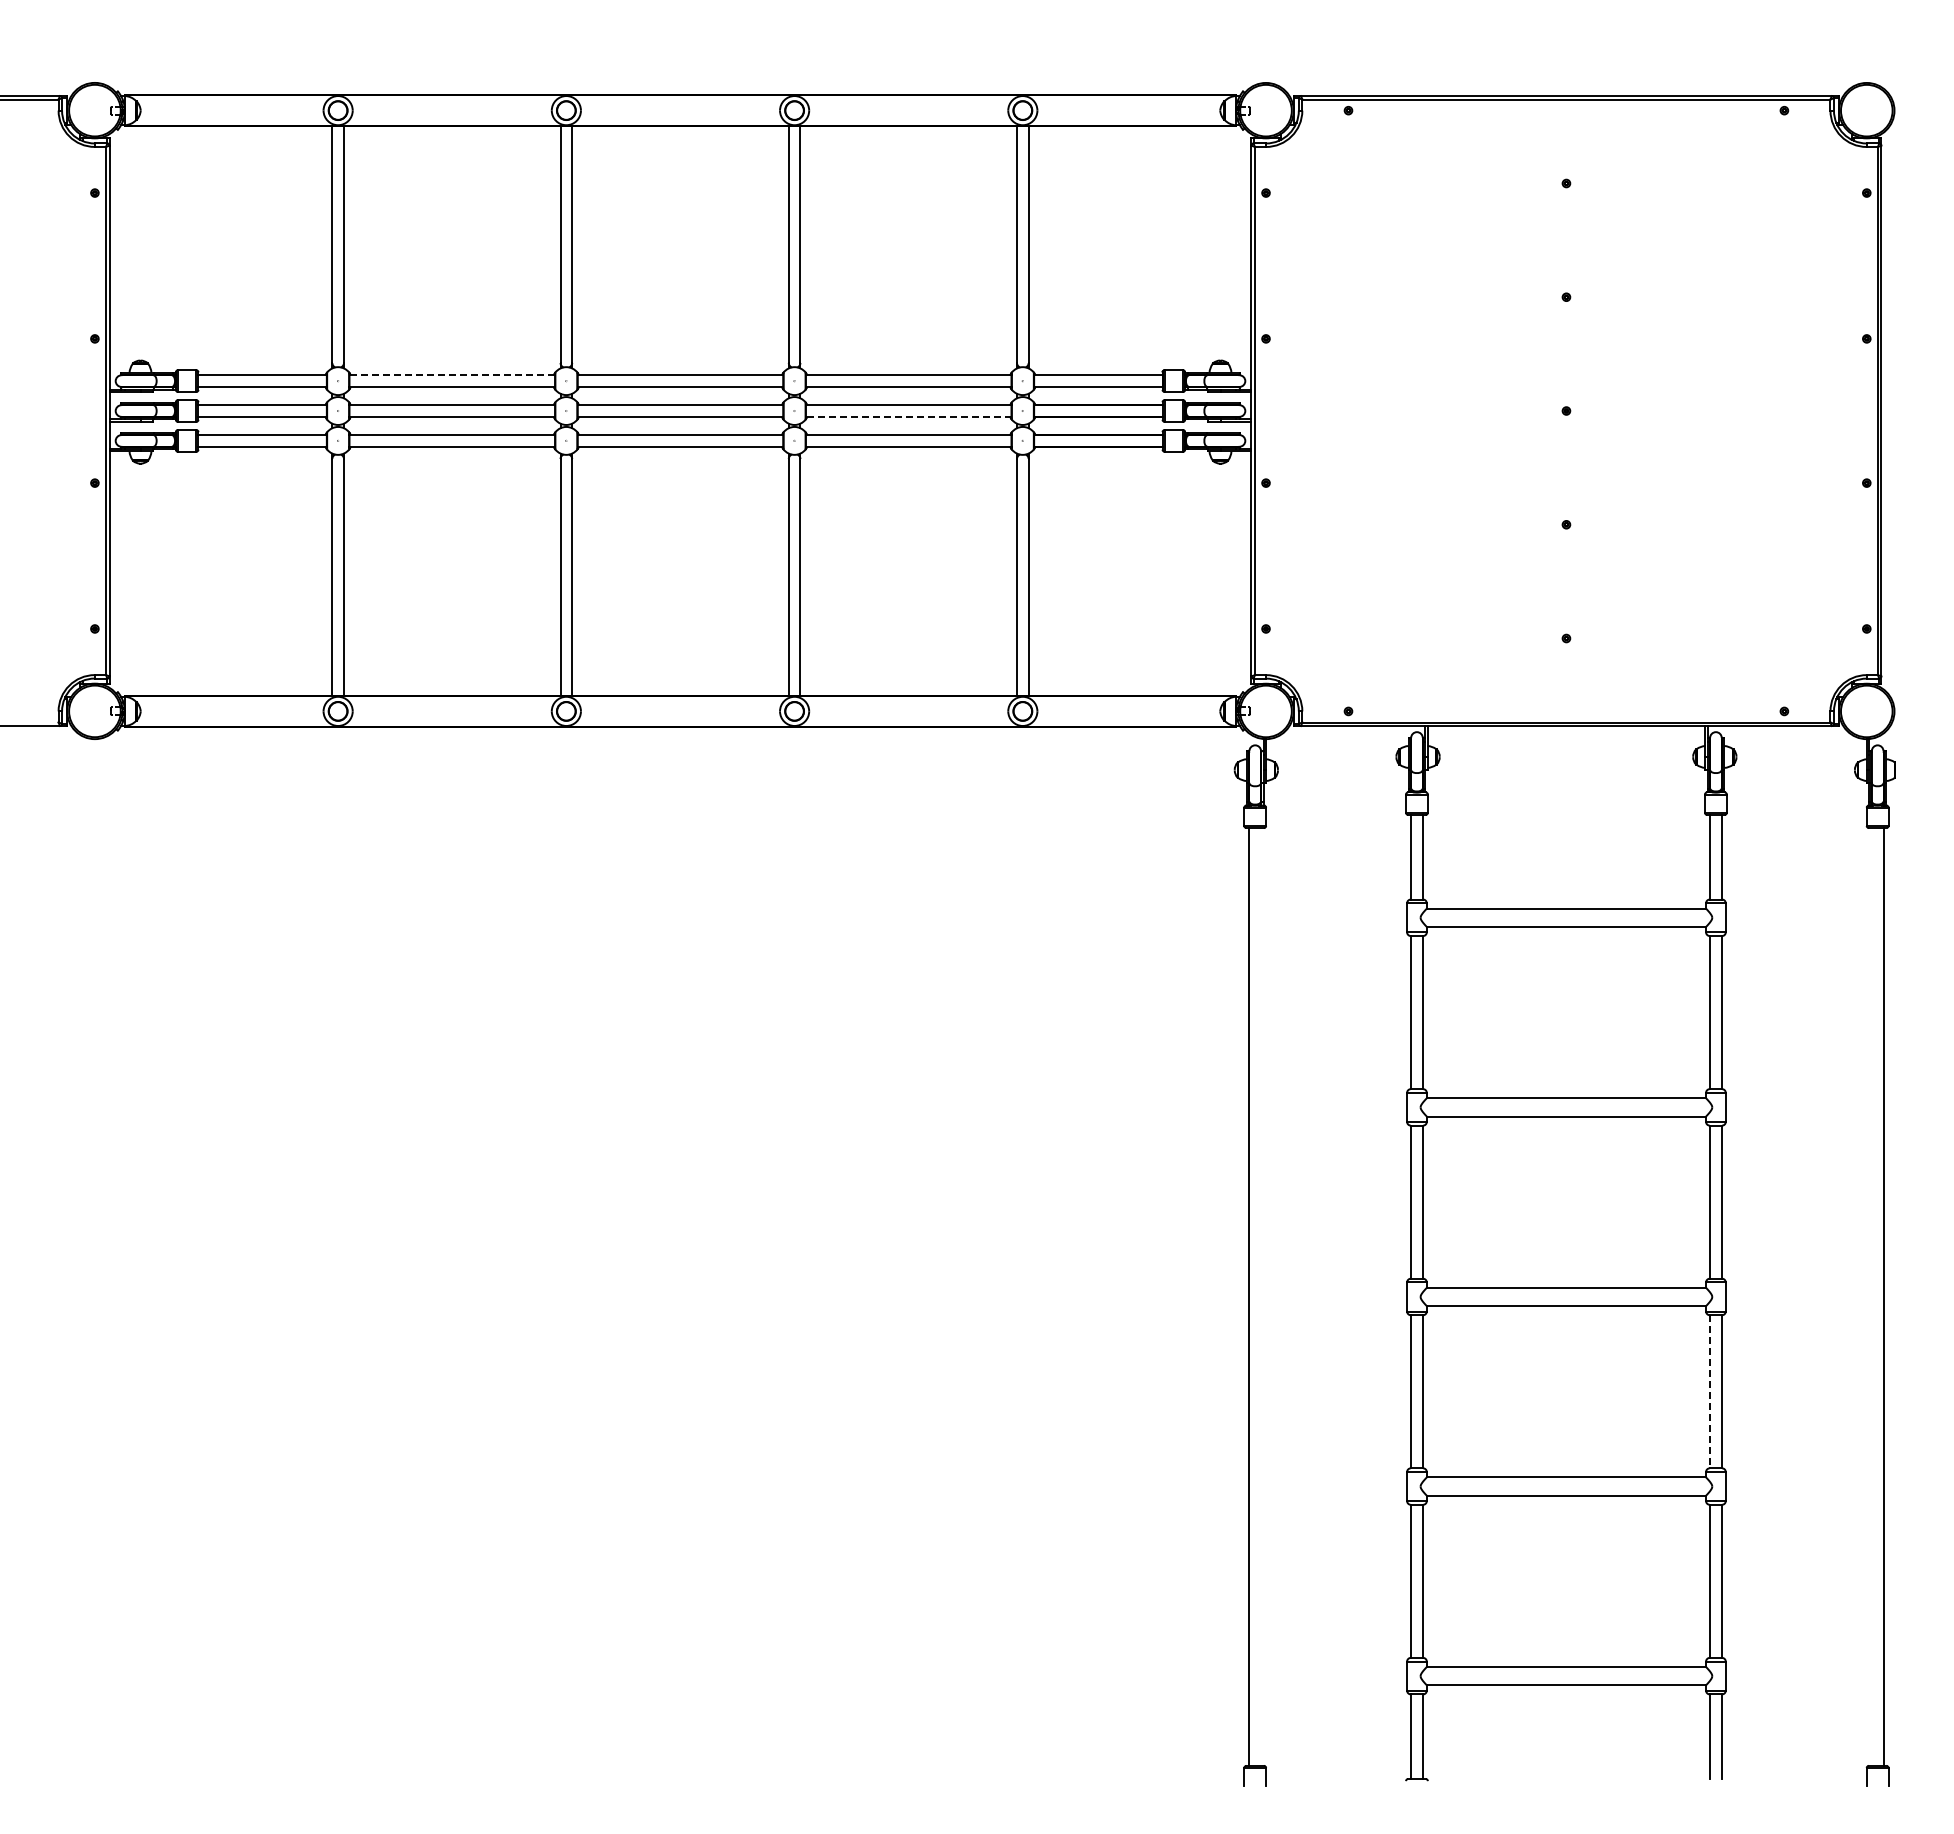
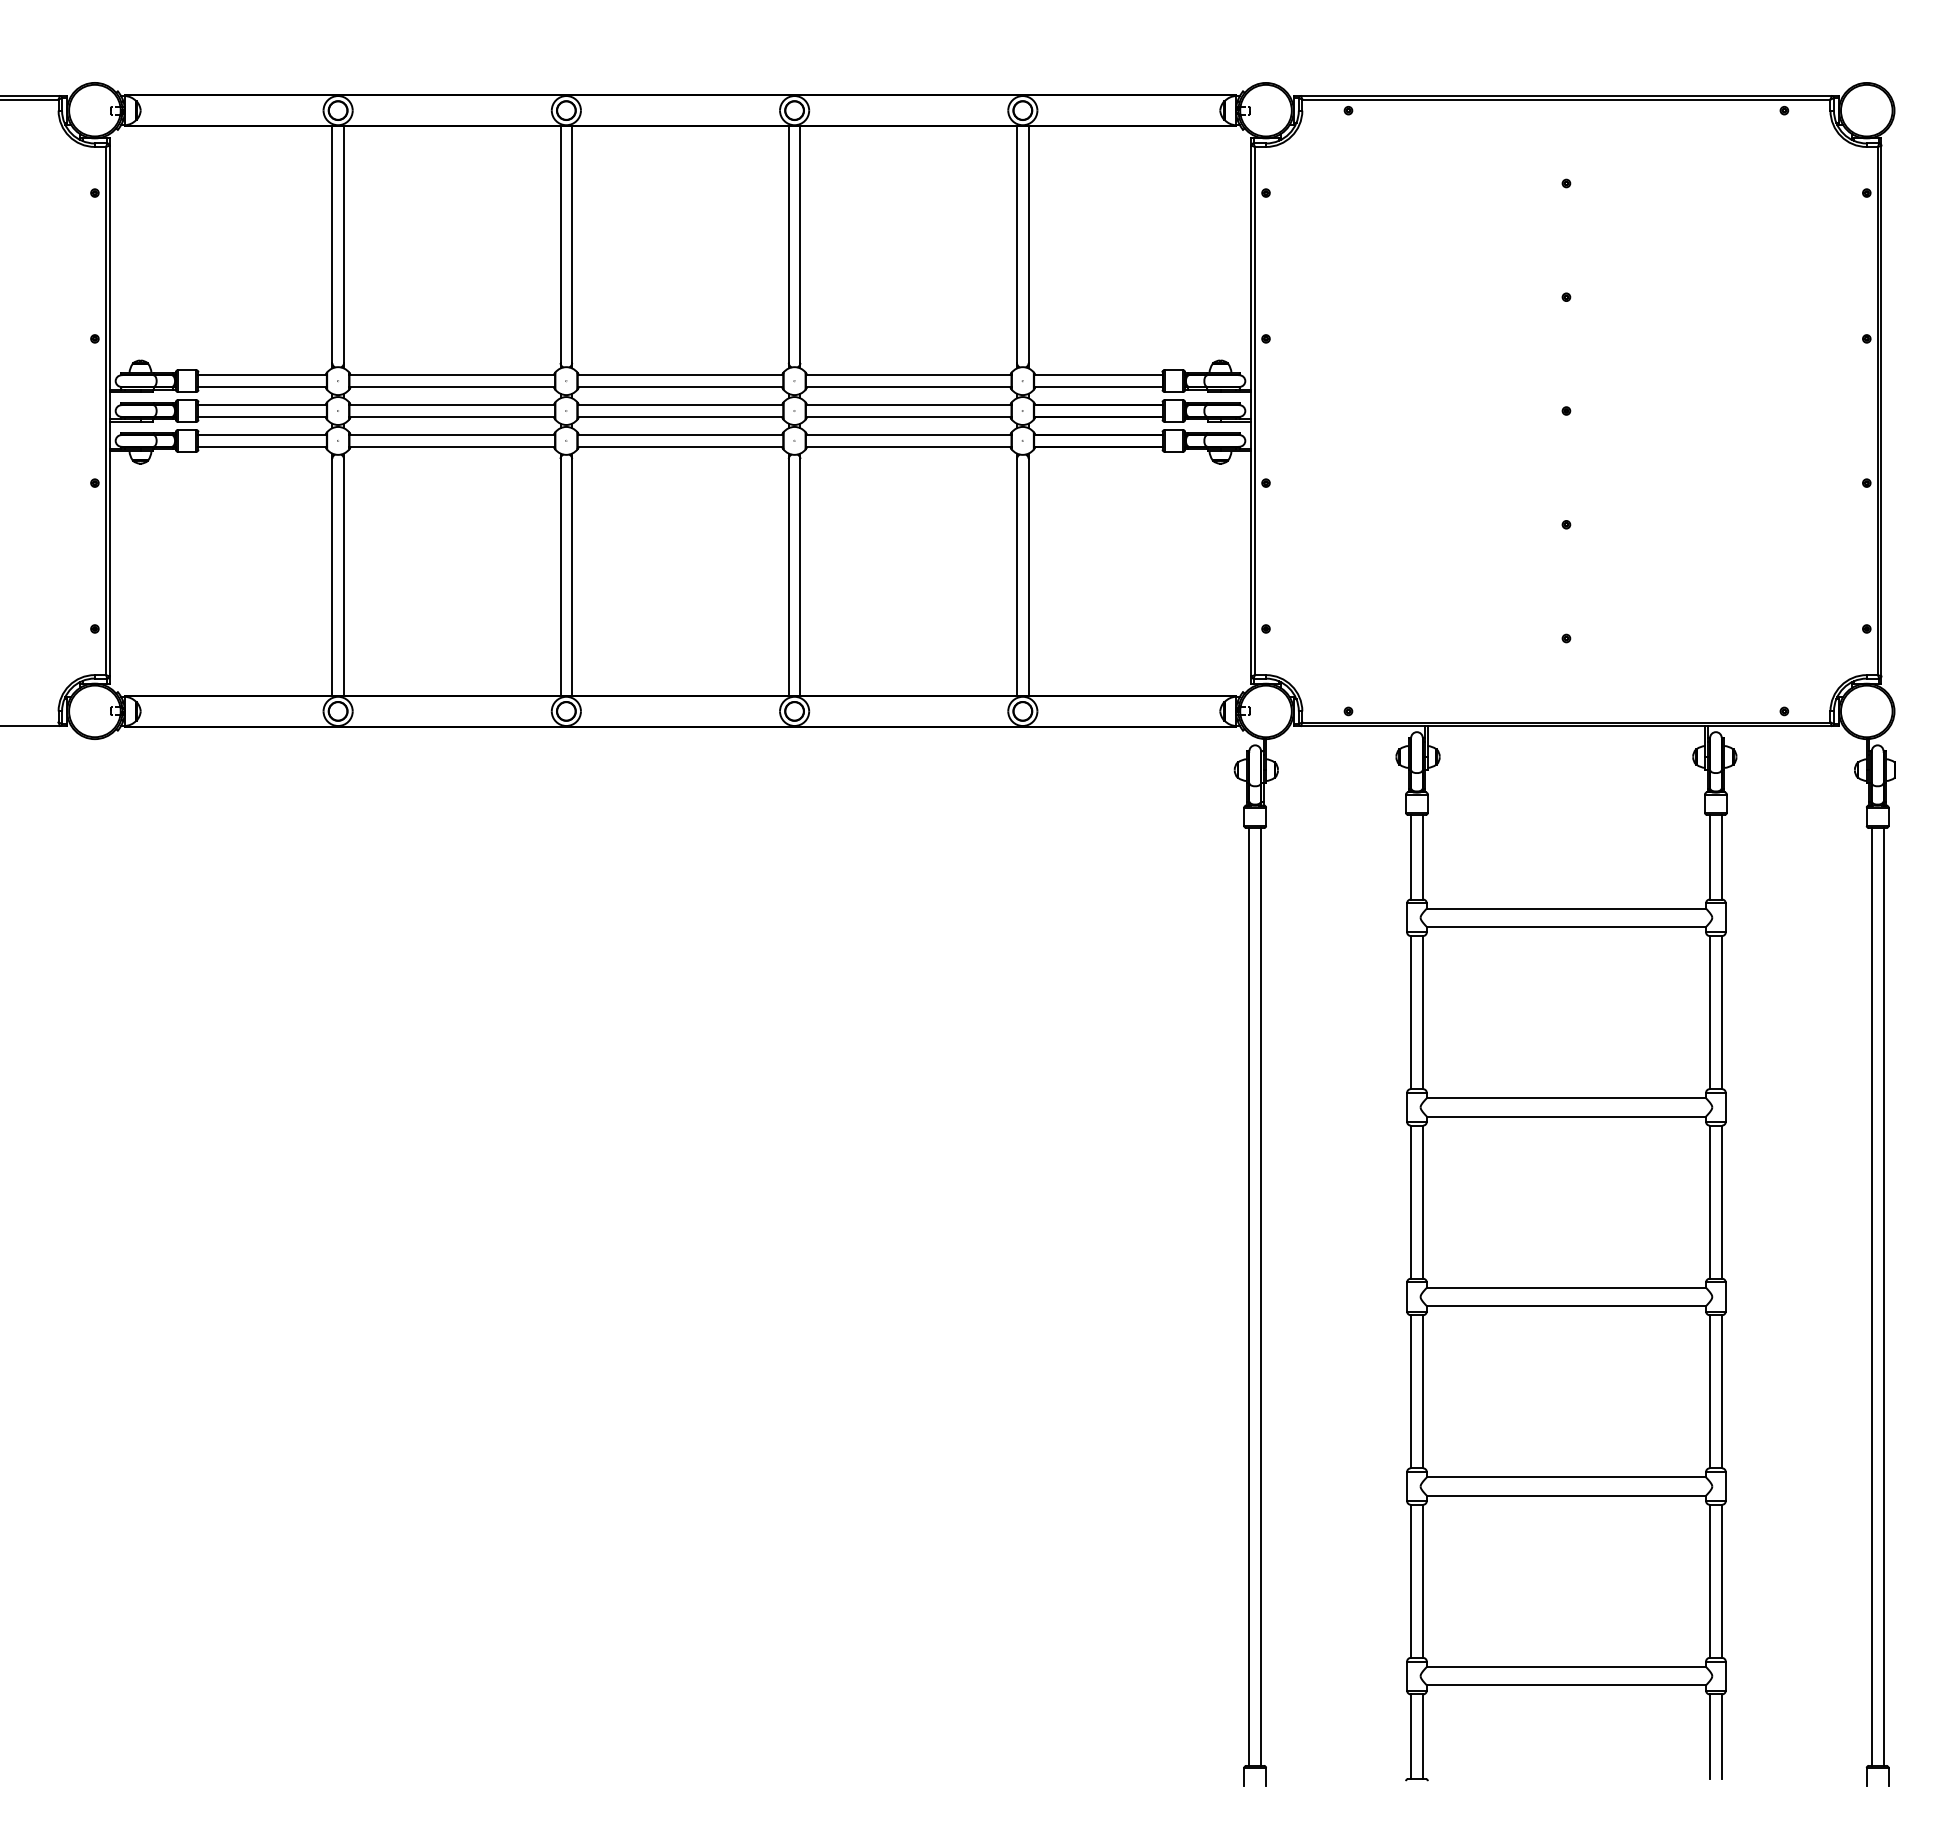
line at (452, 375): dashed -> solid
line at (908, 416): dashed -> solid
line at (1261, 1296): none -> present
line at (1871, 1296): none -> present
line at (1710, 1391): dashed -> solid
